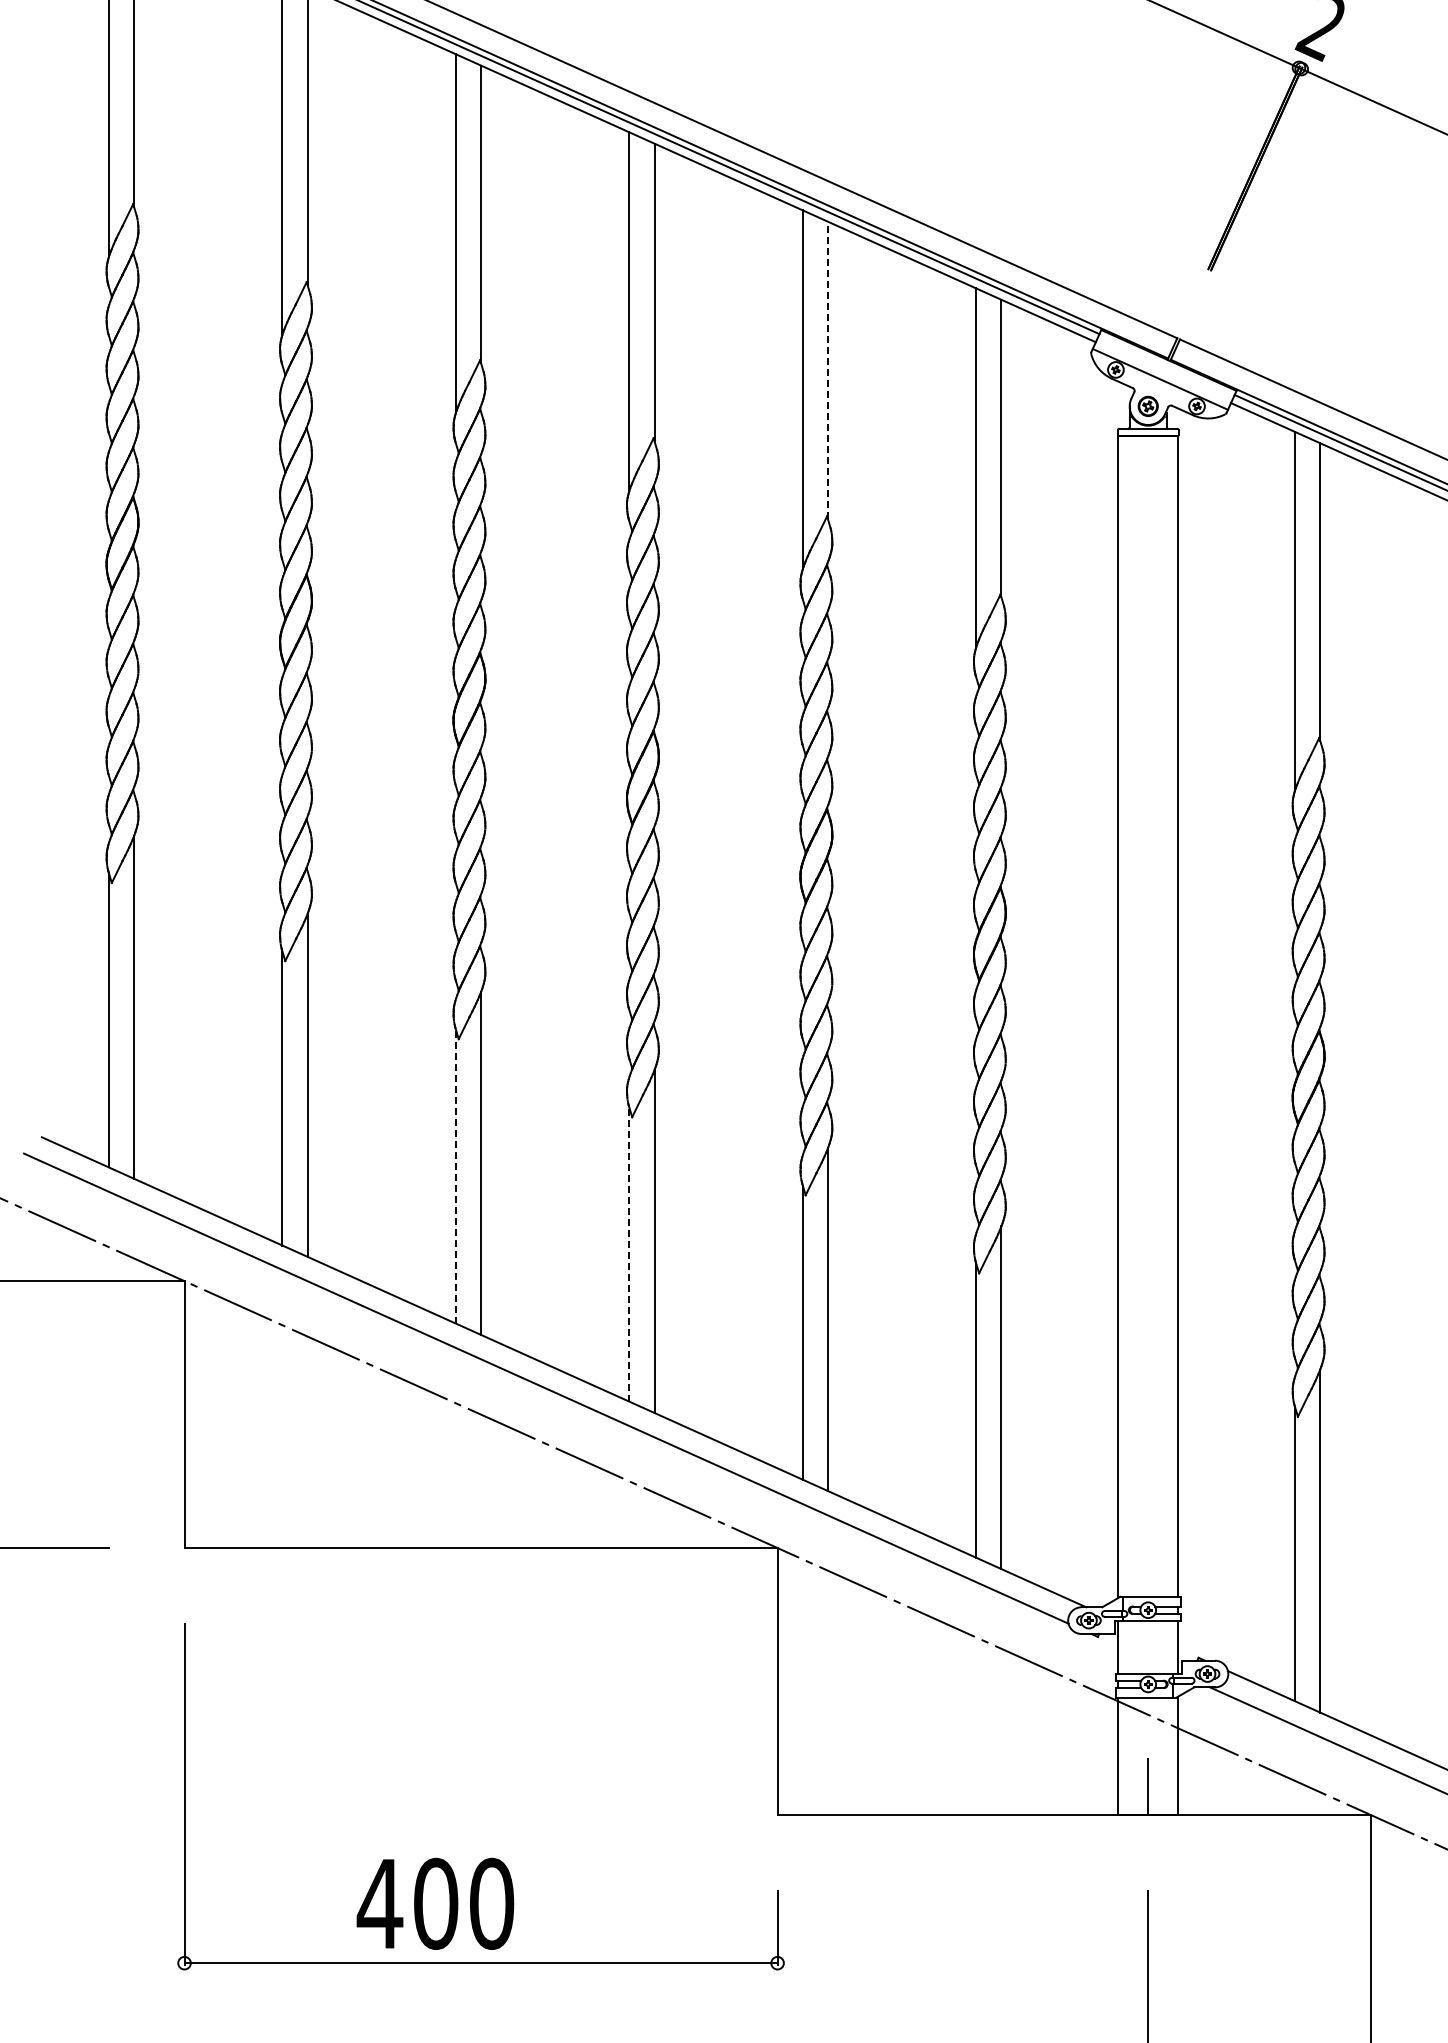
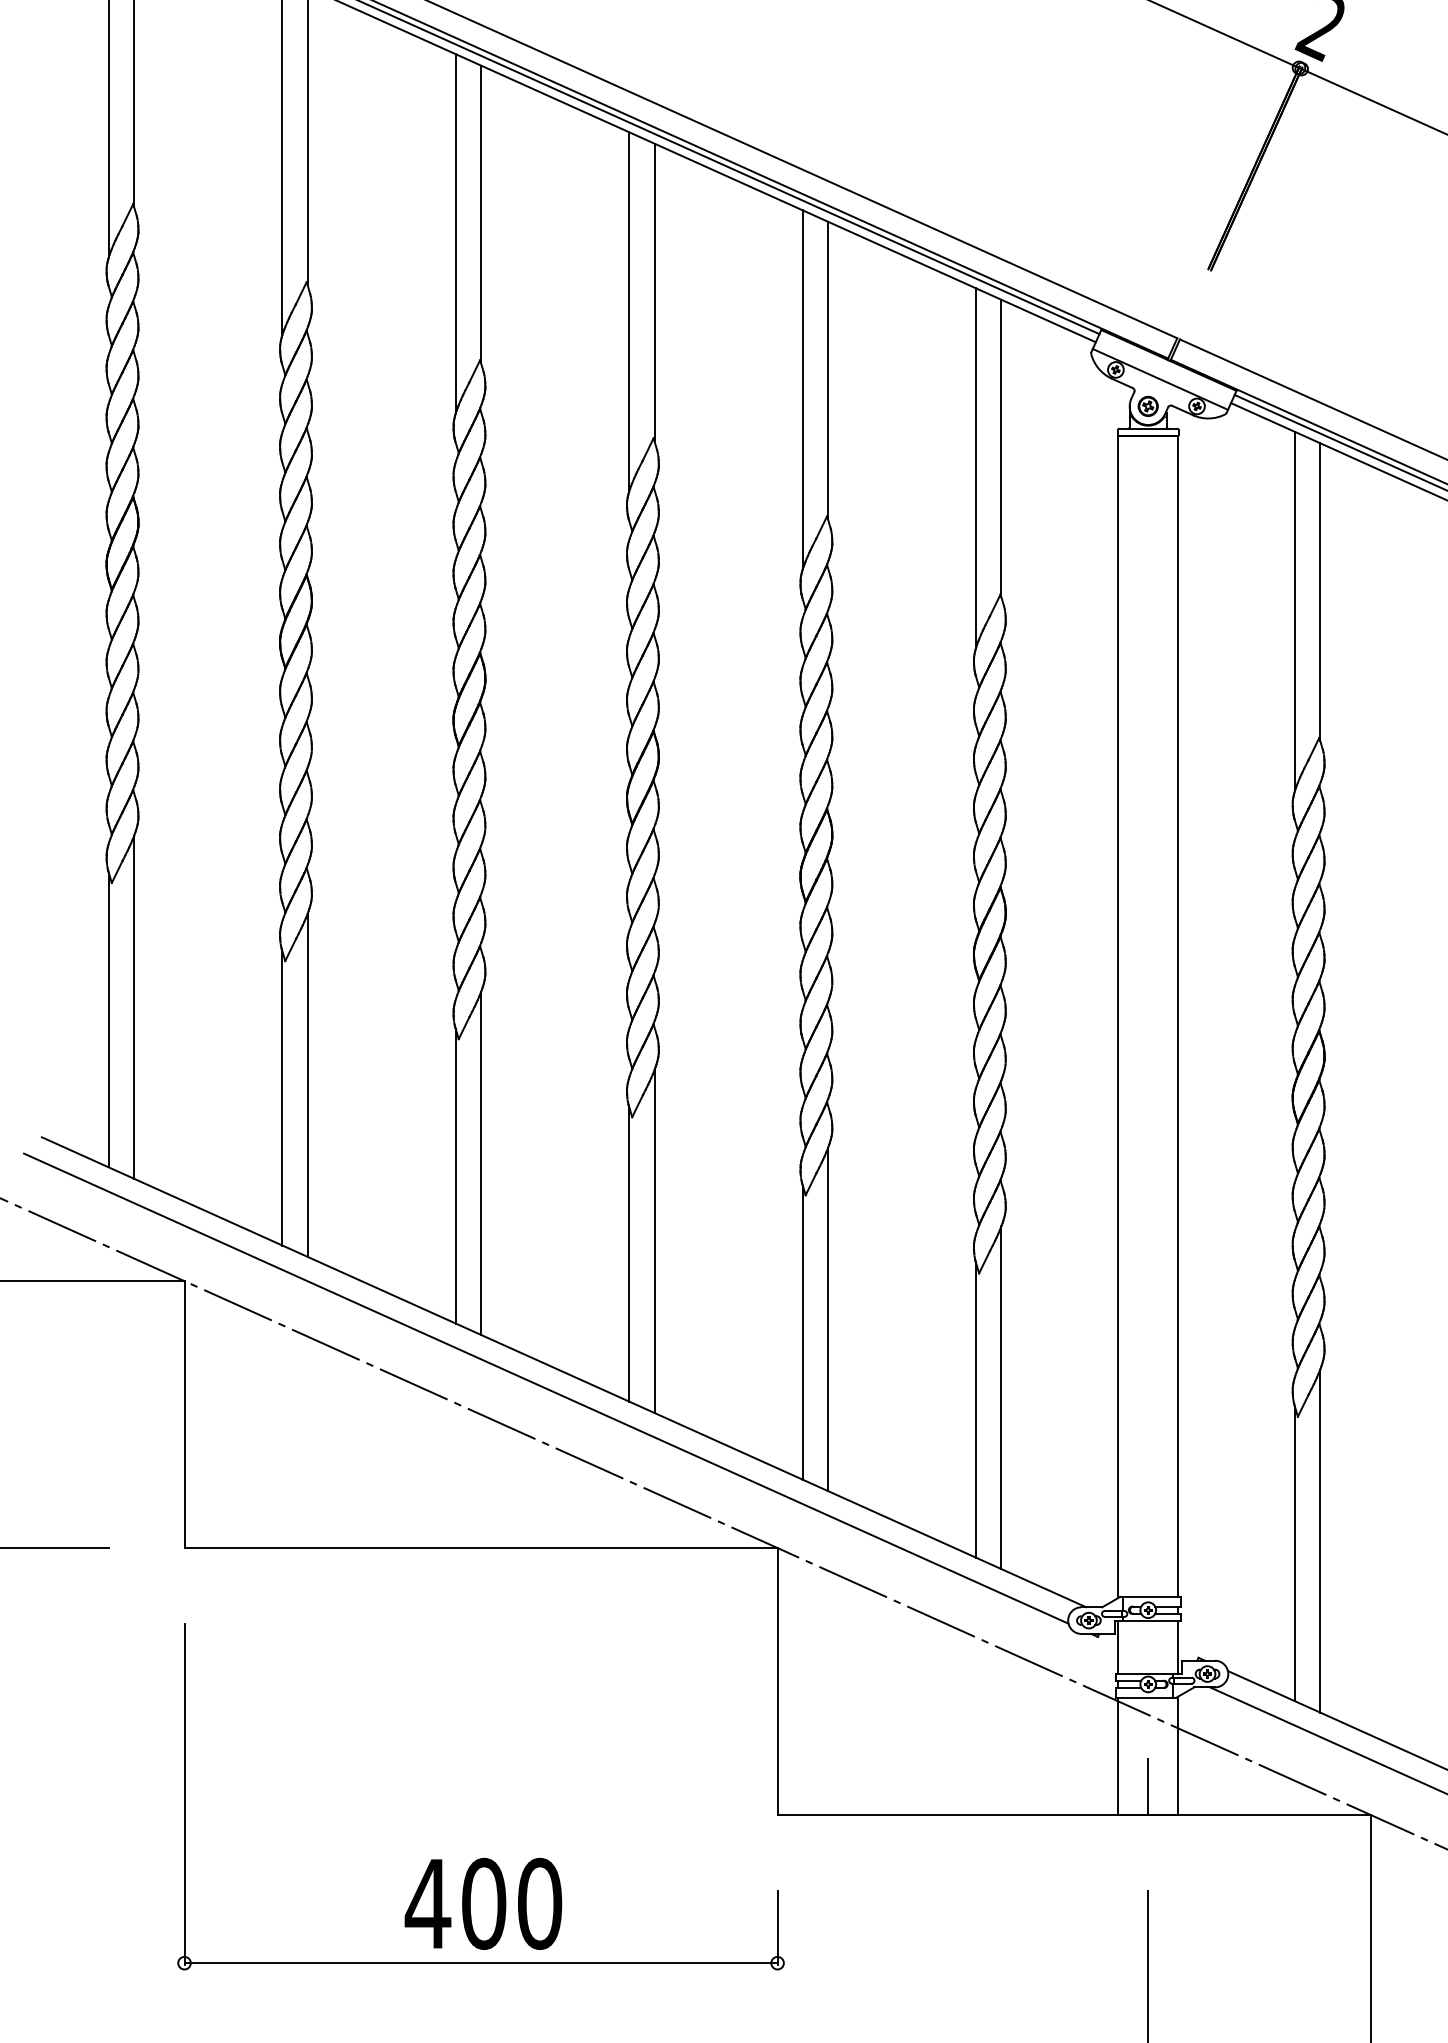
line at (828, 370): dashed -> solid
line at (455, 1175): dashed -> solid
line at (629, 1254): dashed -> solid
text at (435, 1903) position: (435, 1903) -> (483, 1903)
